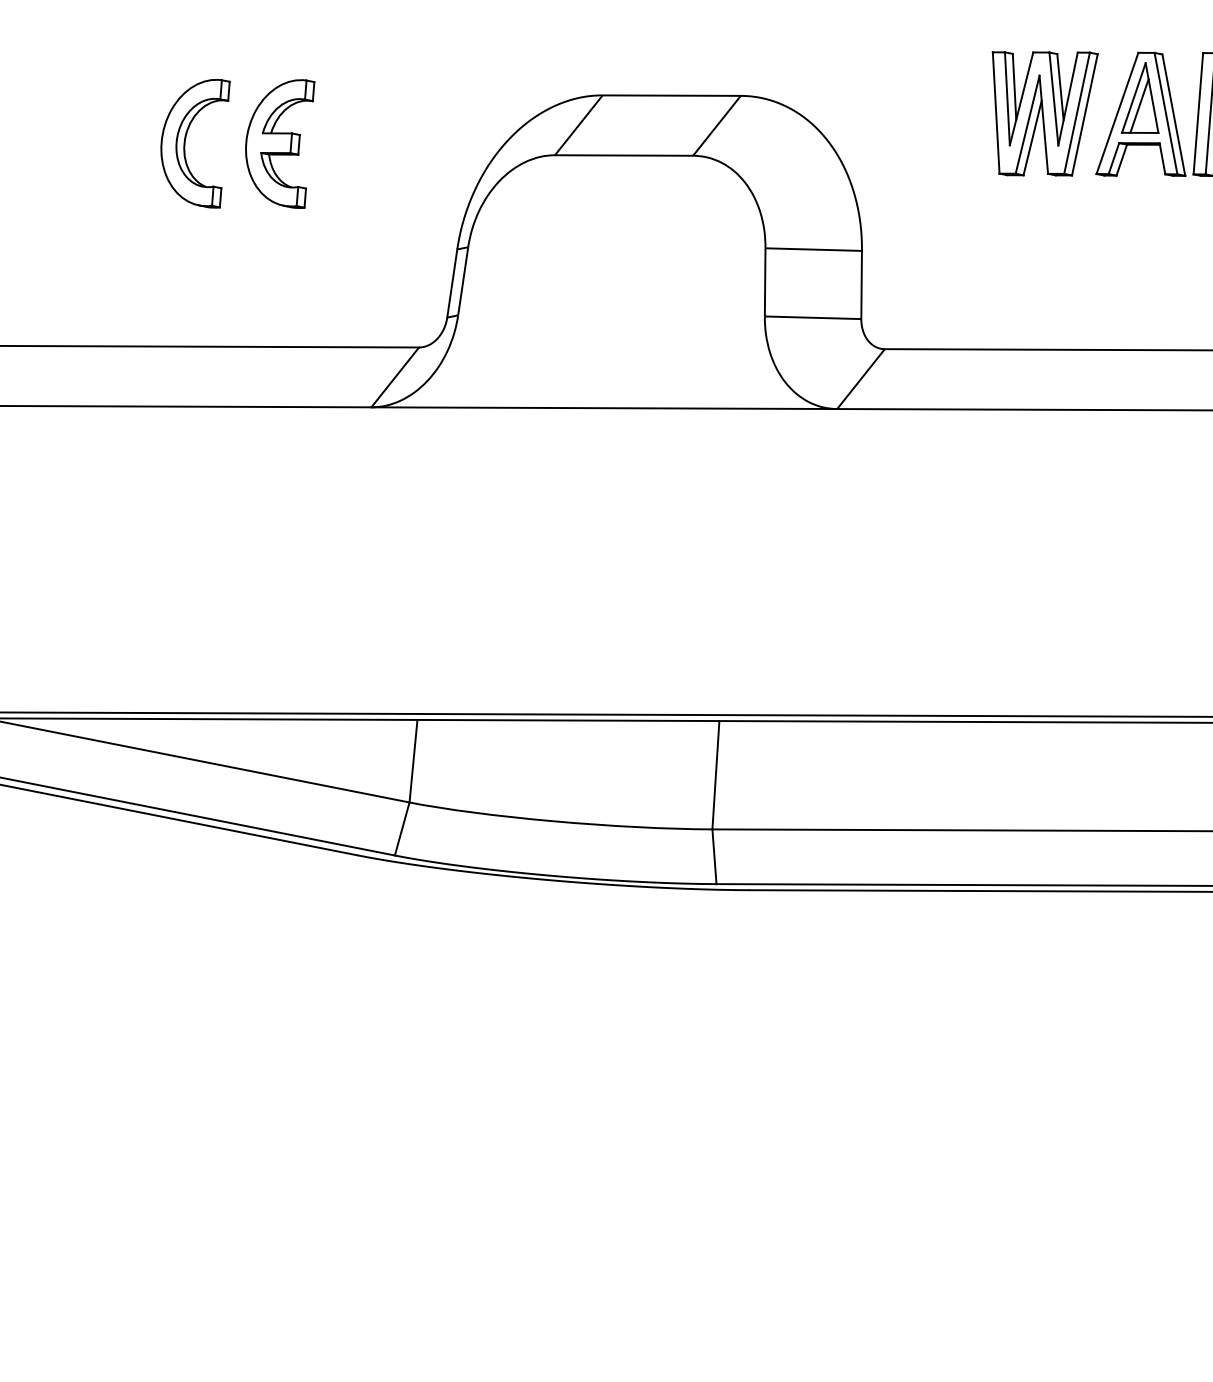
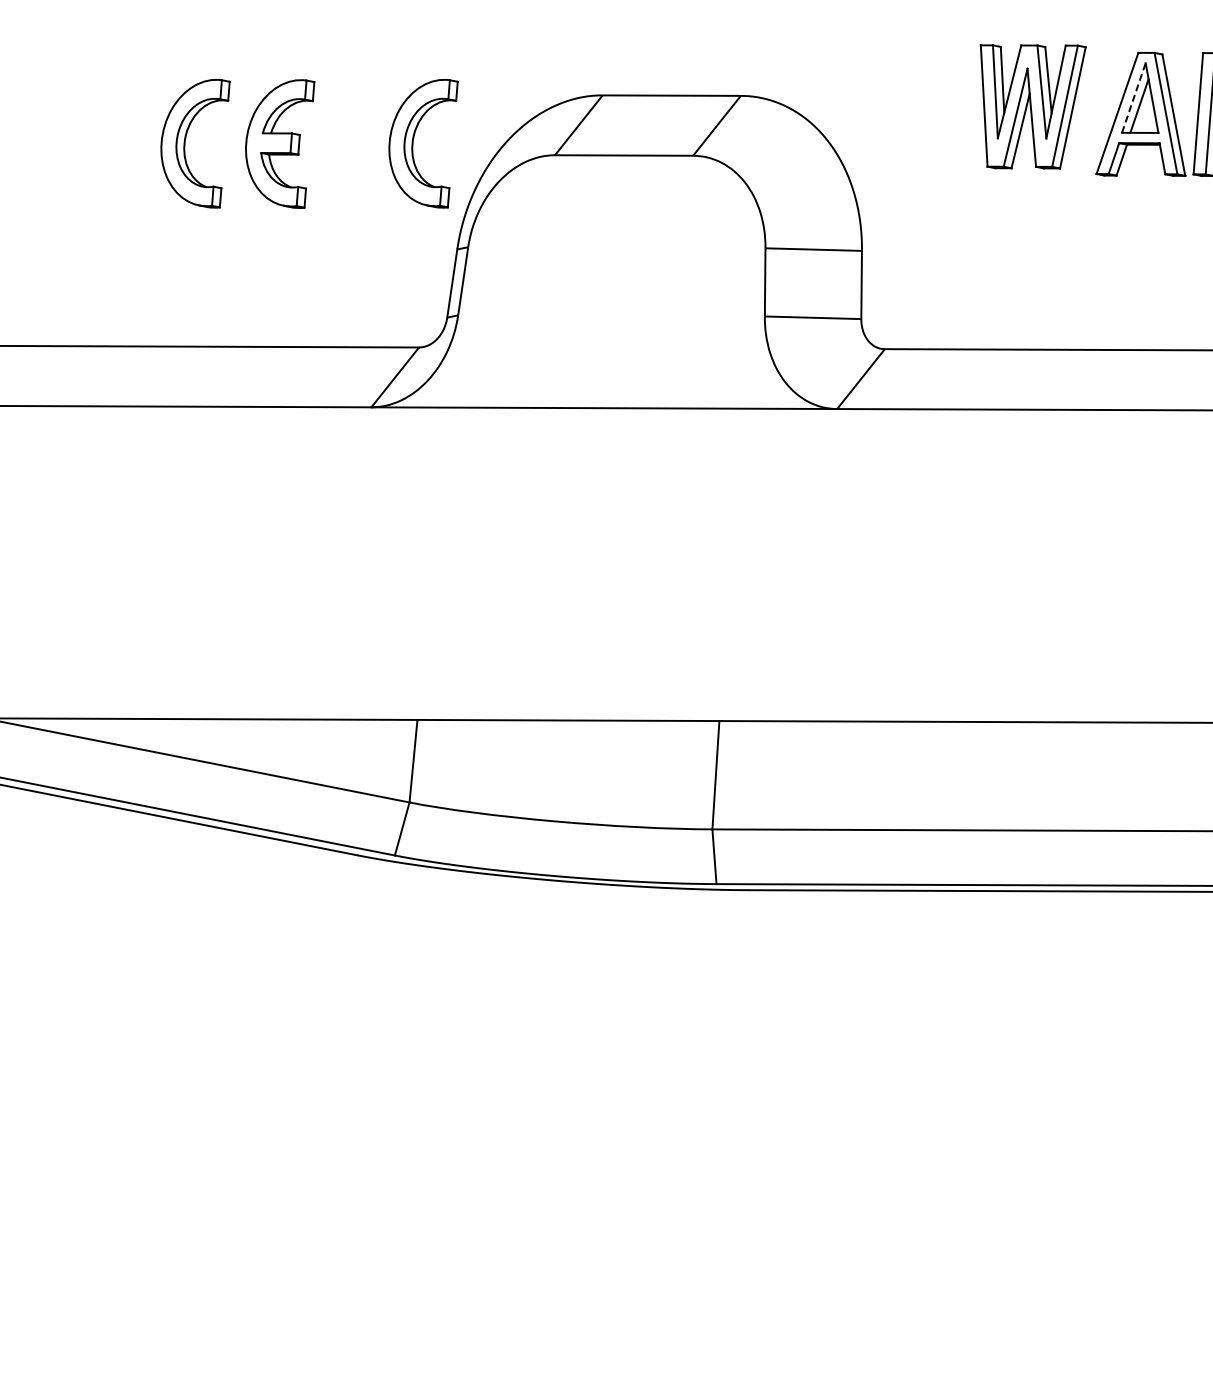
line at (1133, 98): solid -> dashed
part at (1044, 113) position: (1044, 113) -> (1032, 106)
part at (413, 143): none -> present
line at (605, 714): present -> none
